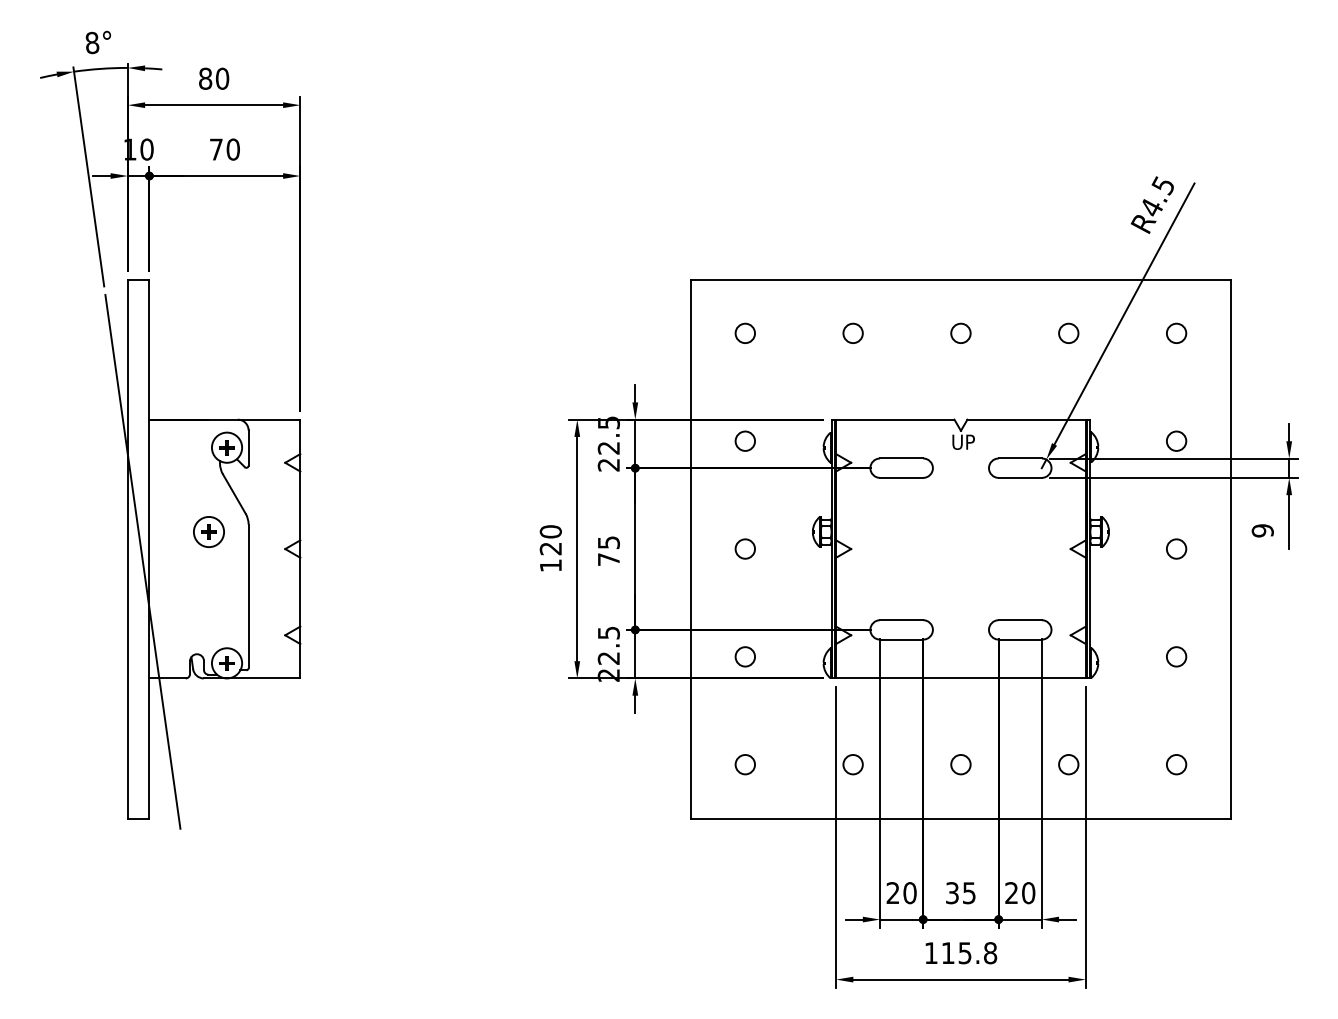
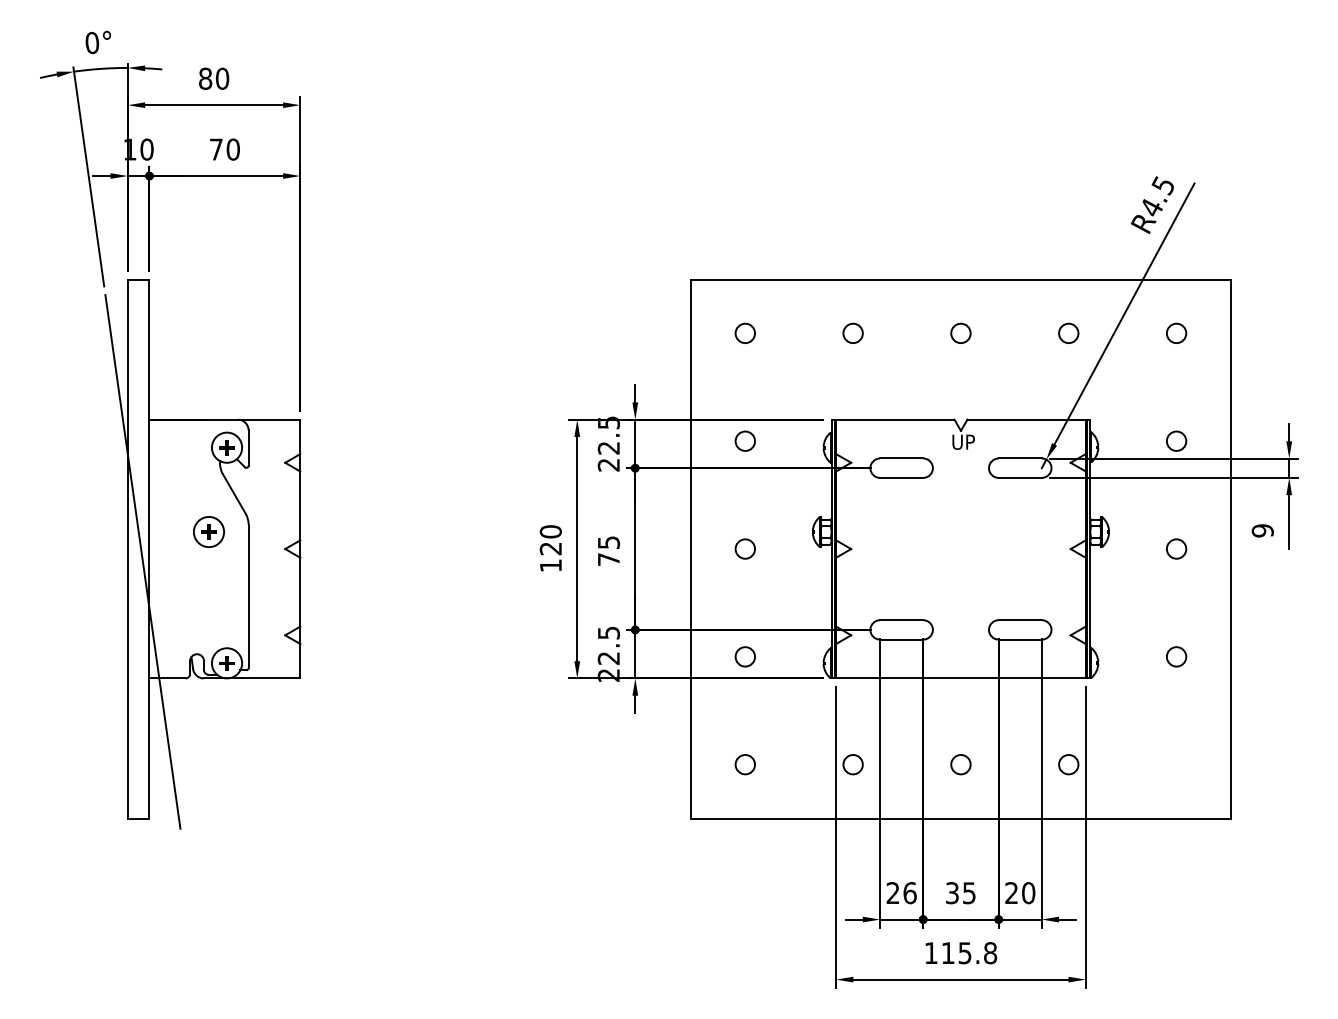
text at (92, 42): 8° -> 0°
circle at (1176, 764): present -> none
text at (909, 892): 20 -> 26
